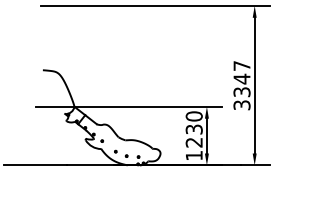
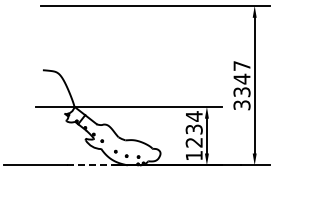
text at (193, 116): 1230 -> 1234
line at (90, 165): solid -> dashed
